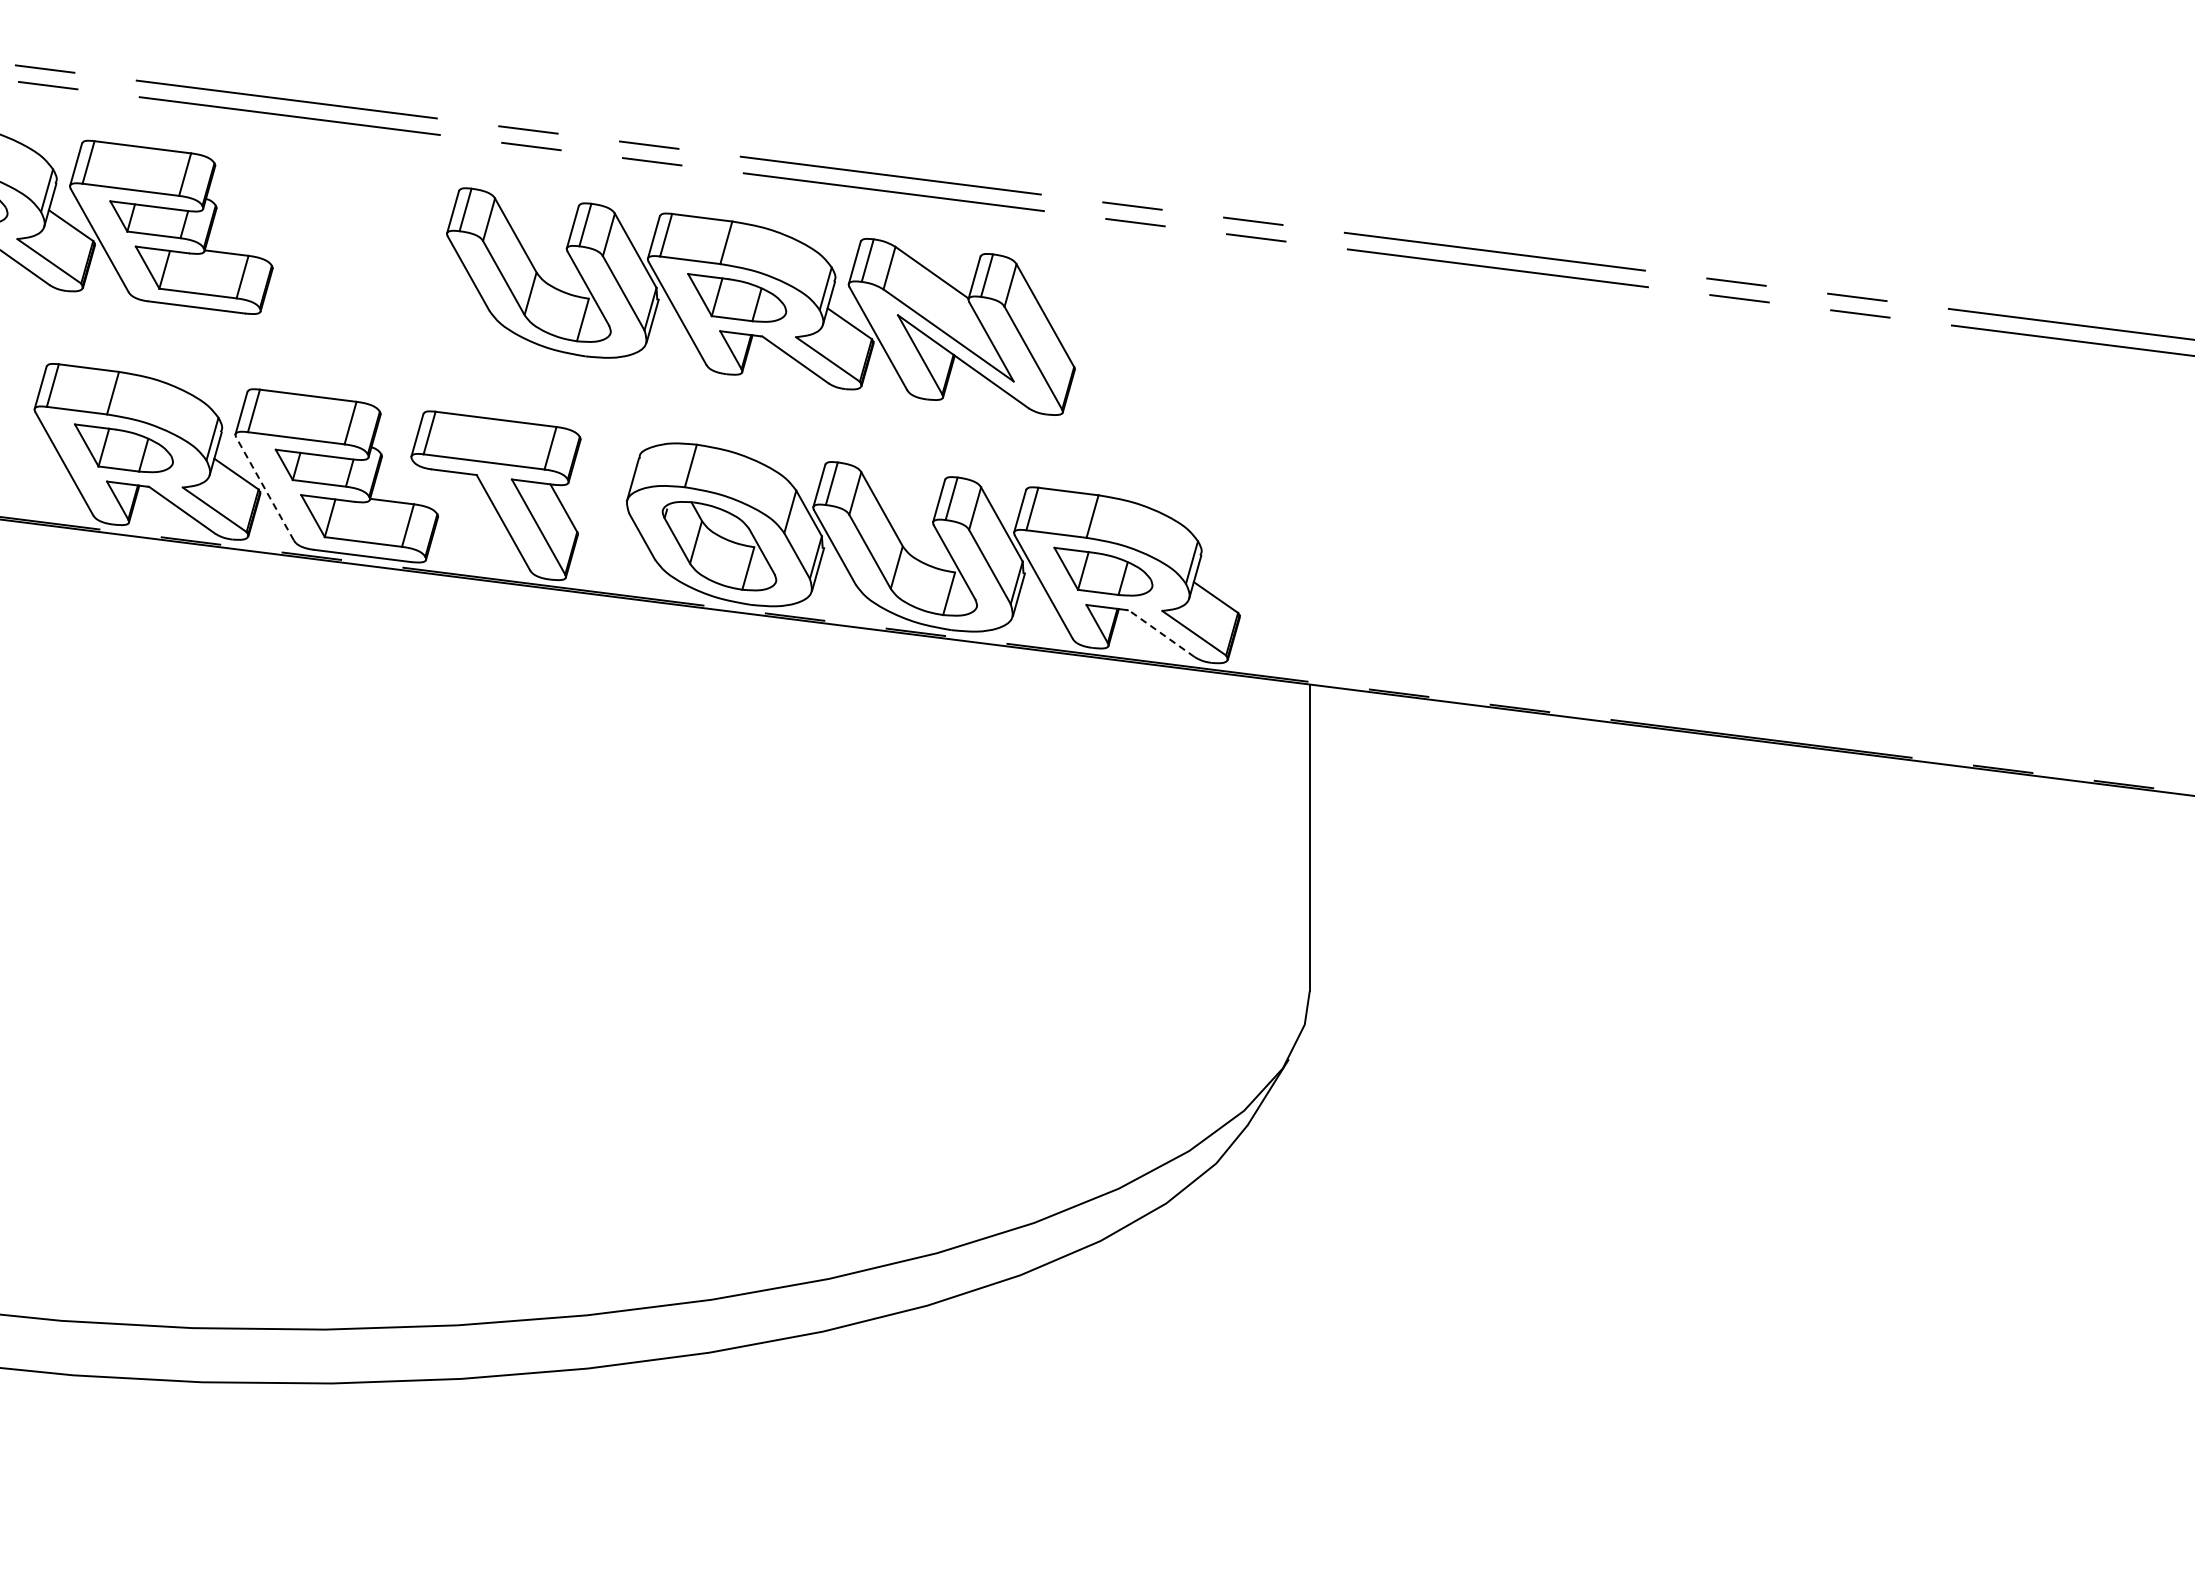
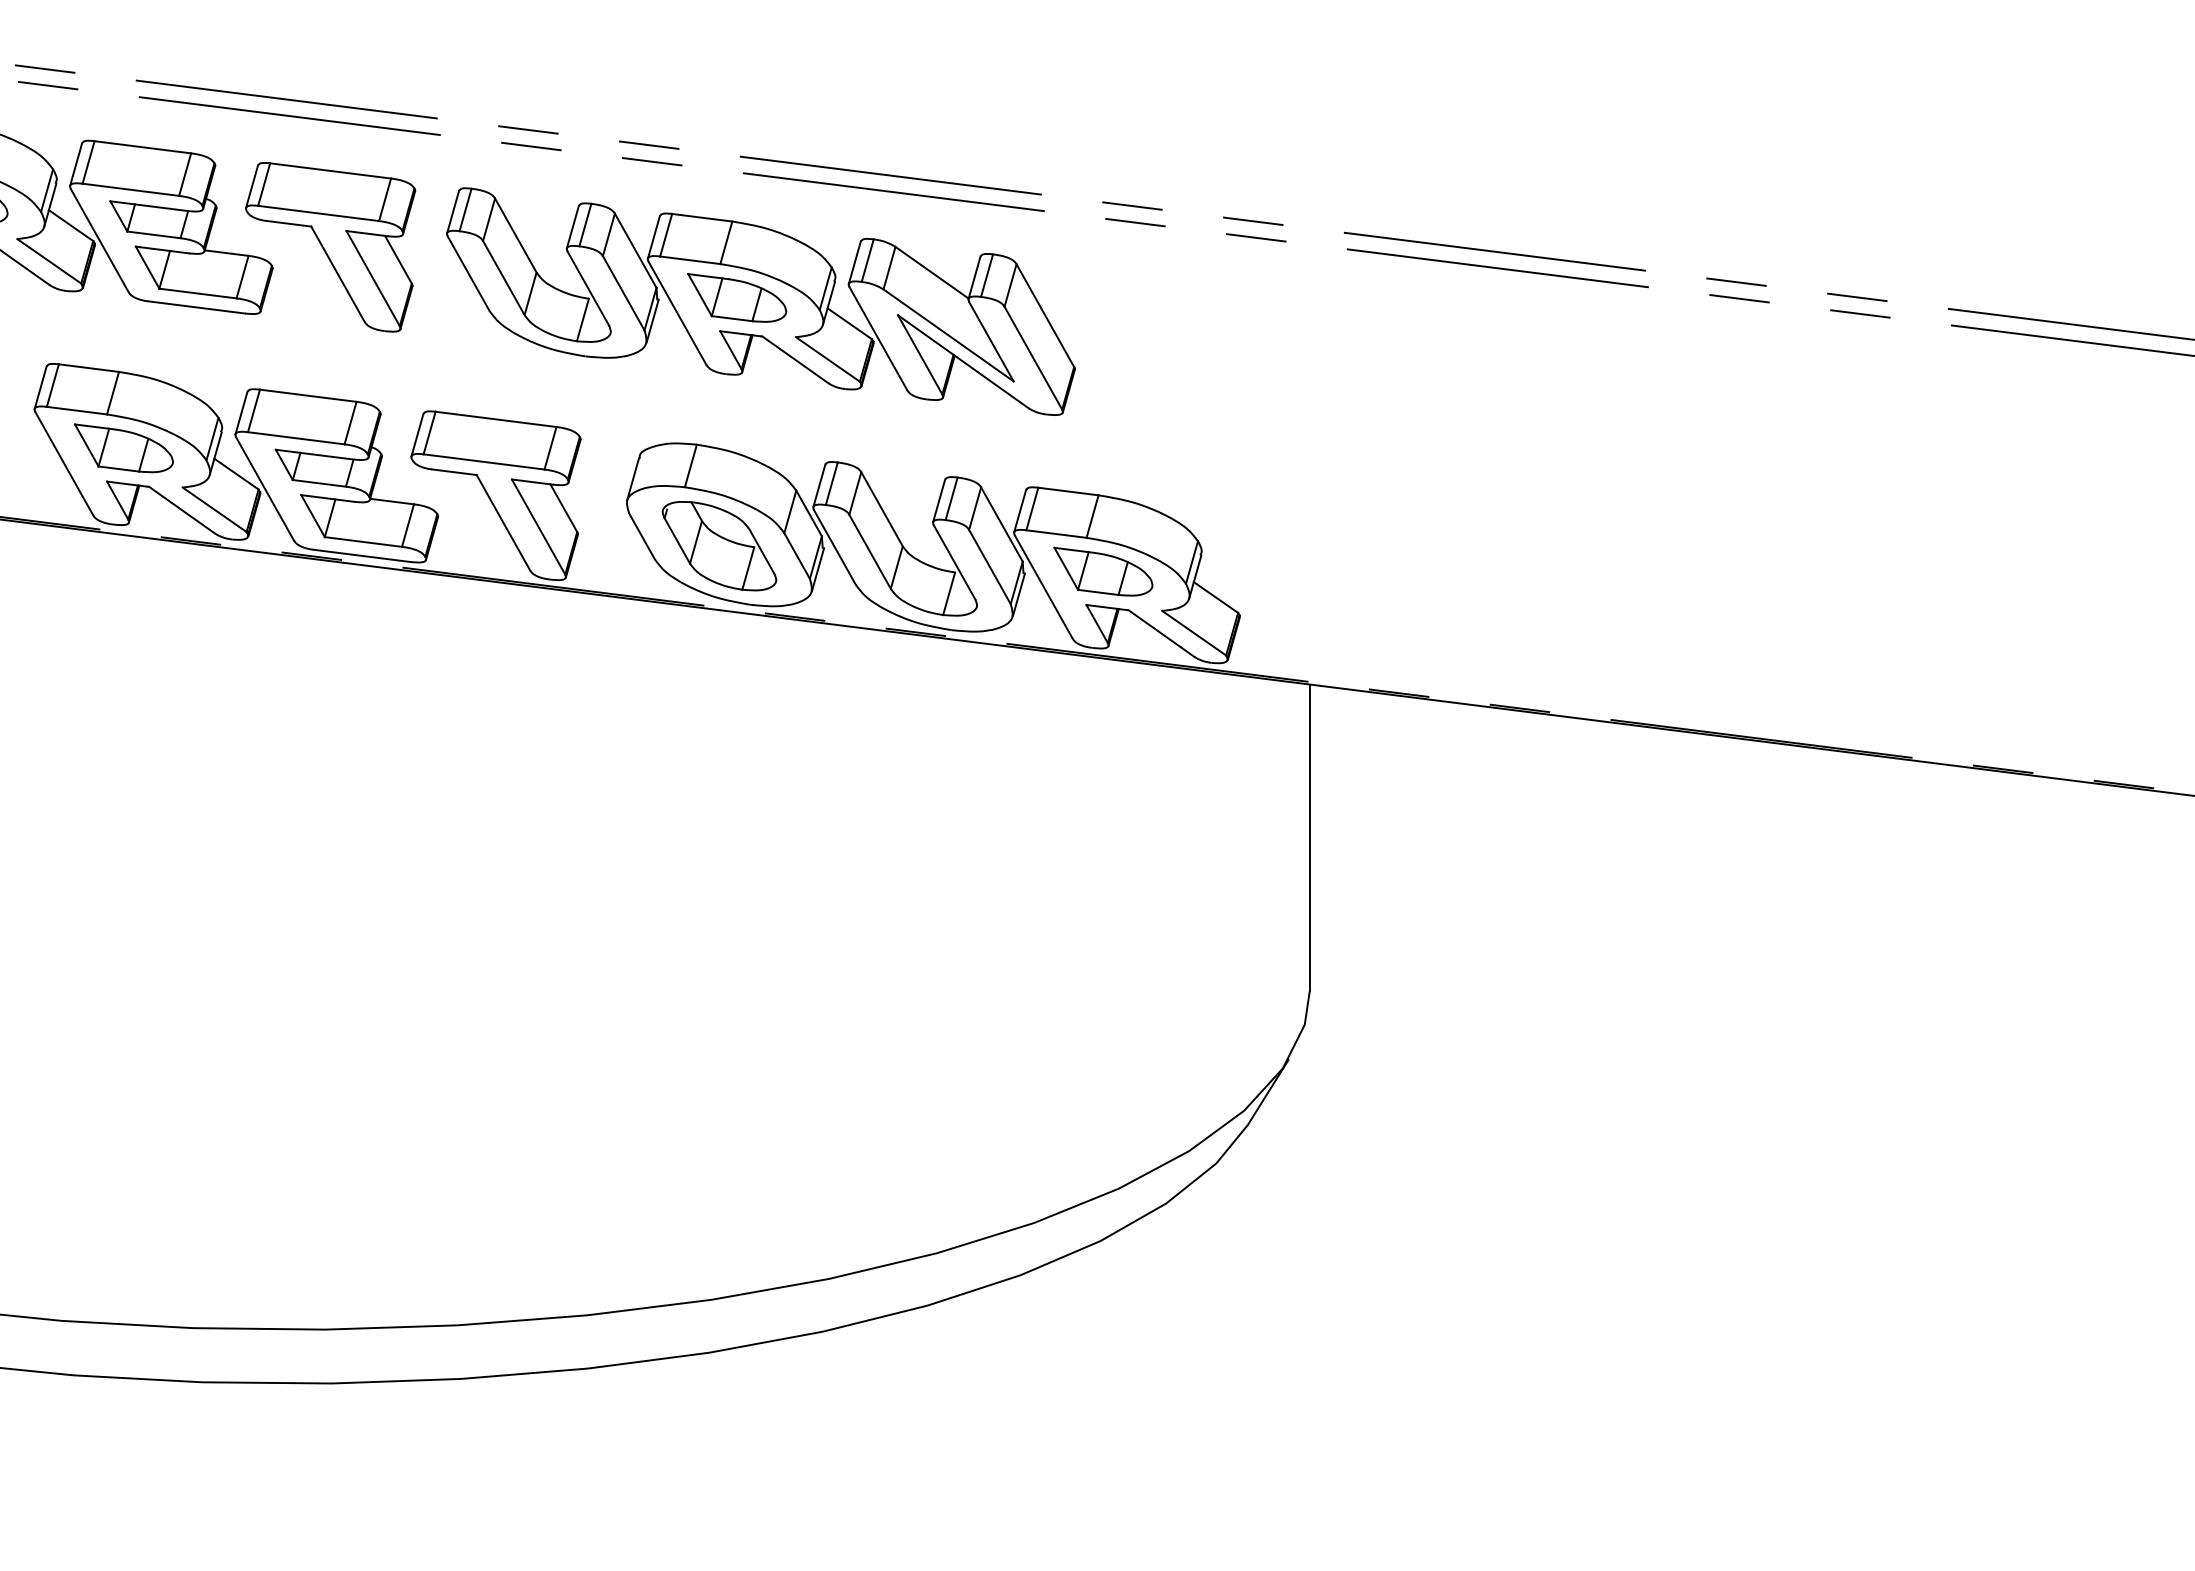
part at (330, 247): none -> present
line at (265, 489): dashed -> solid
line at (1161, 633): dashed -> solid
